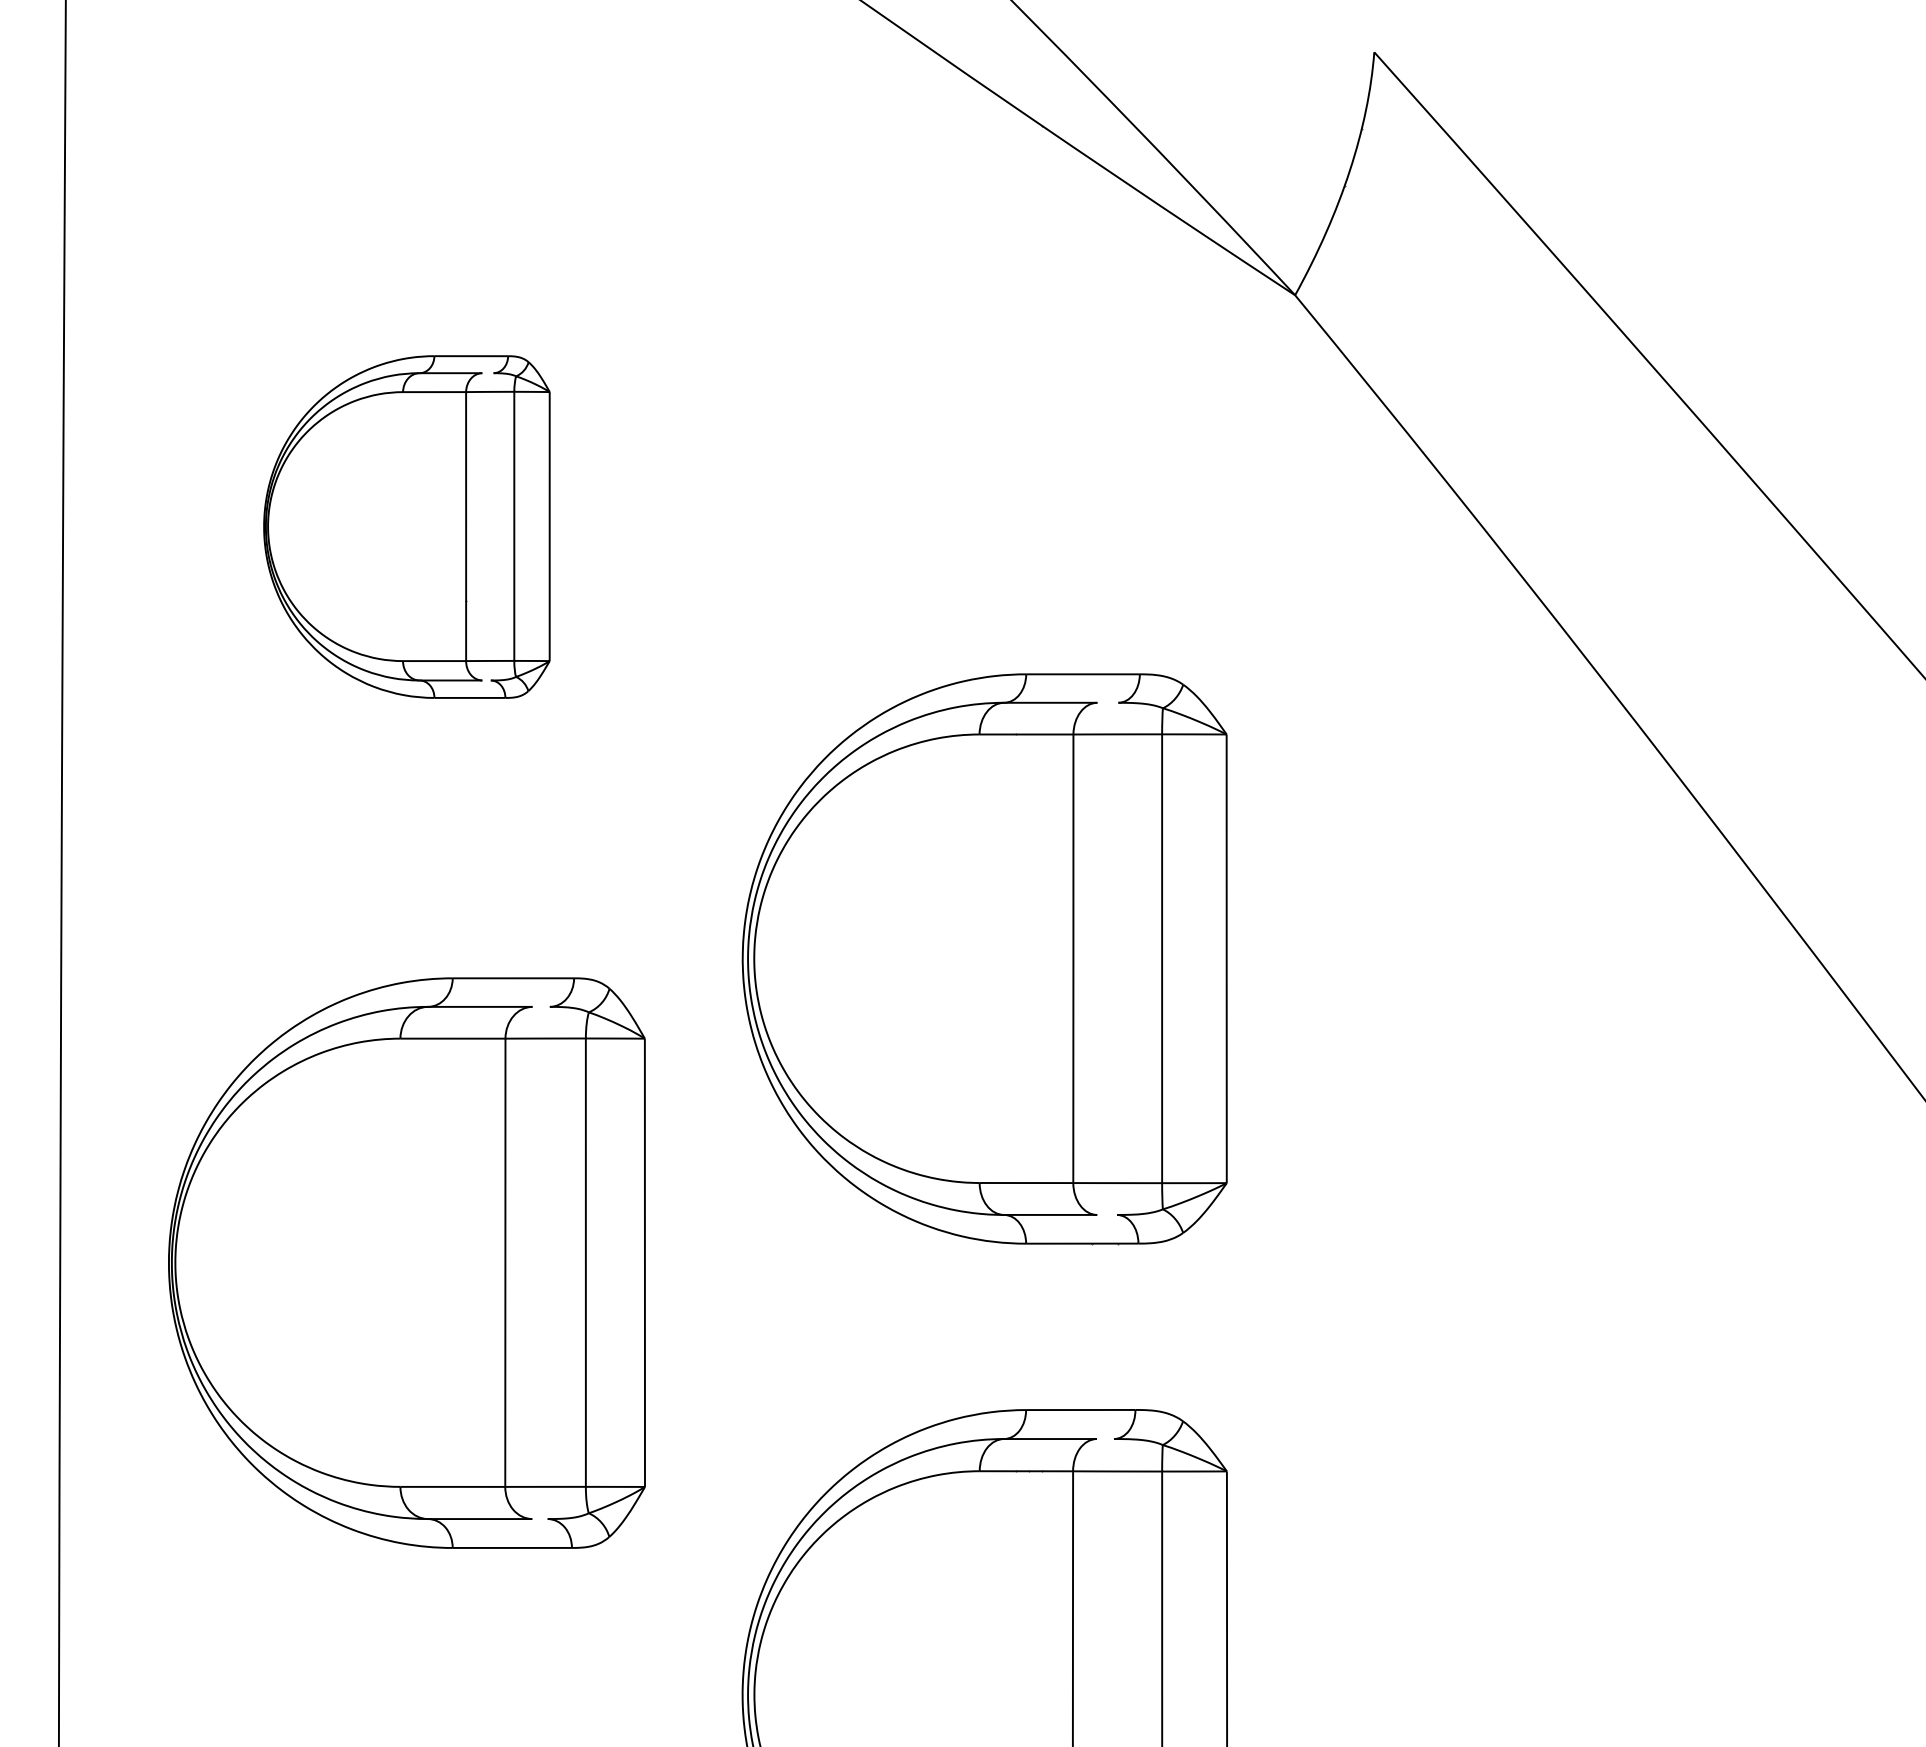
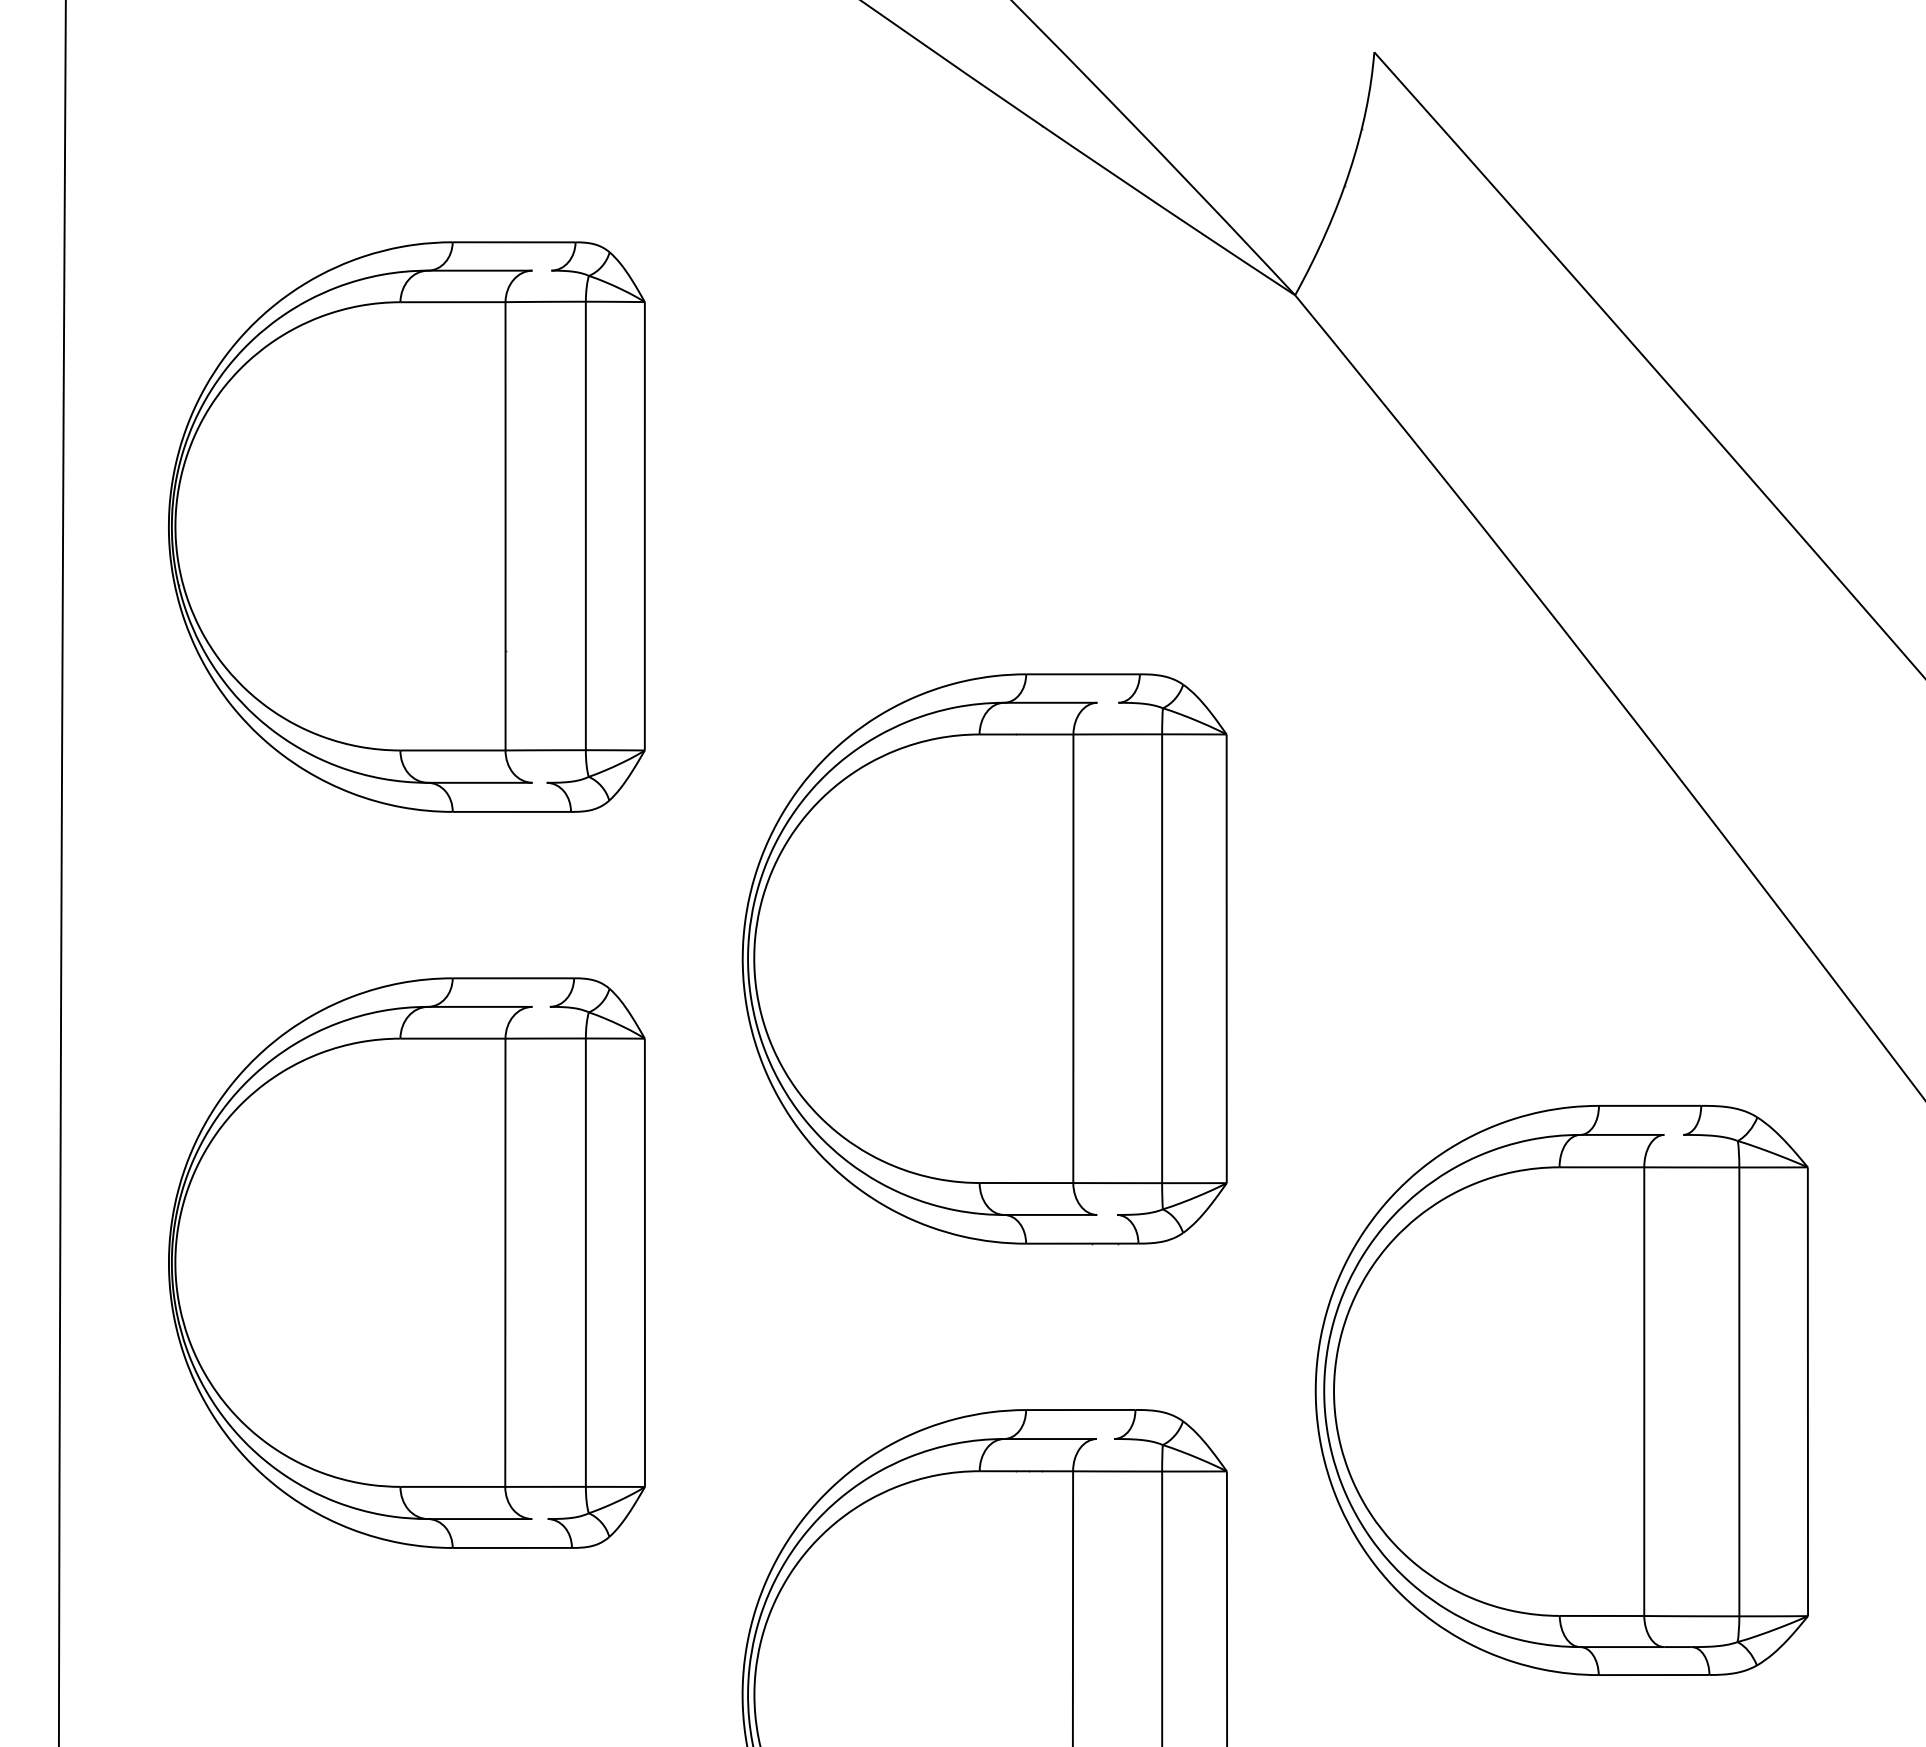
part at (406, 526) size: 288x344 px -> 478x572 px
part at (1561, 1390): none -> present
